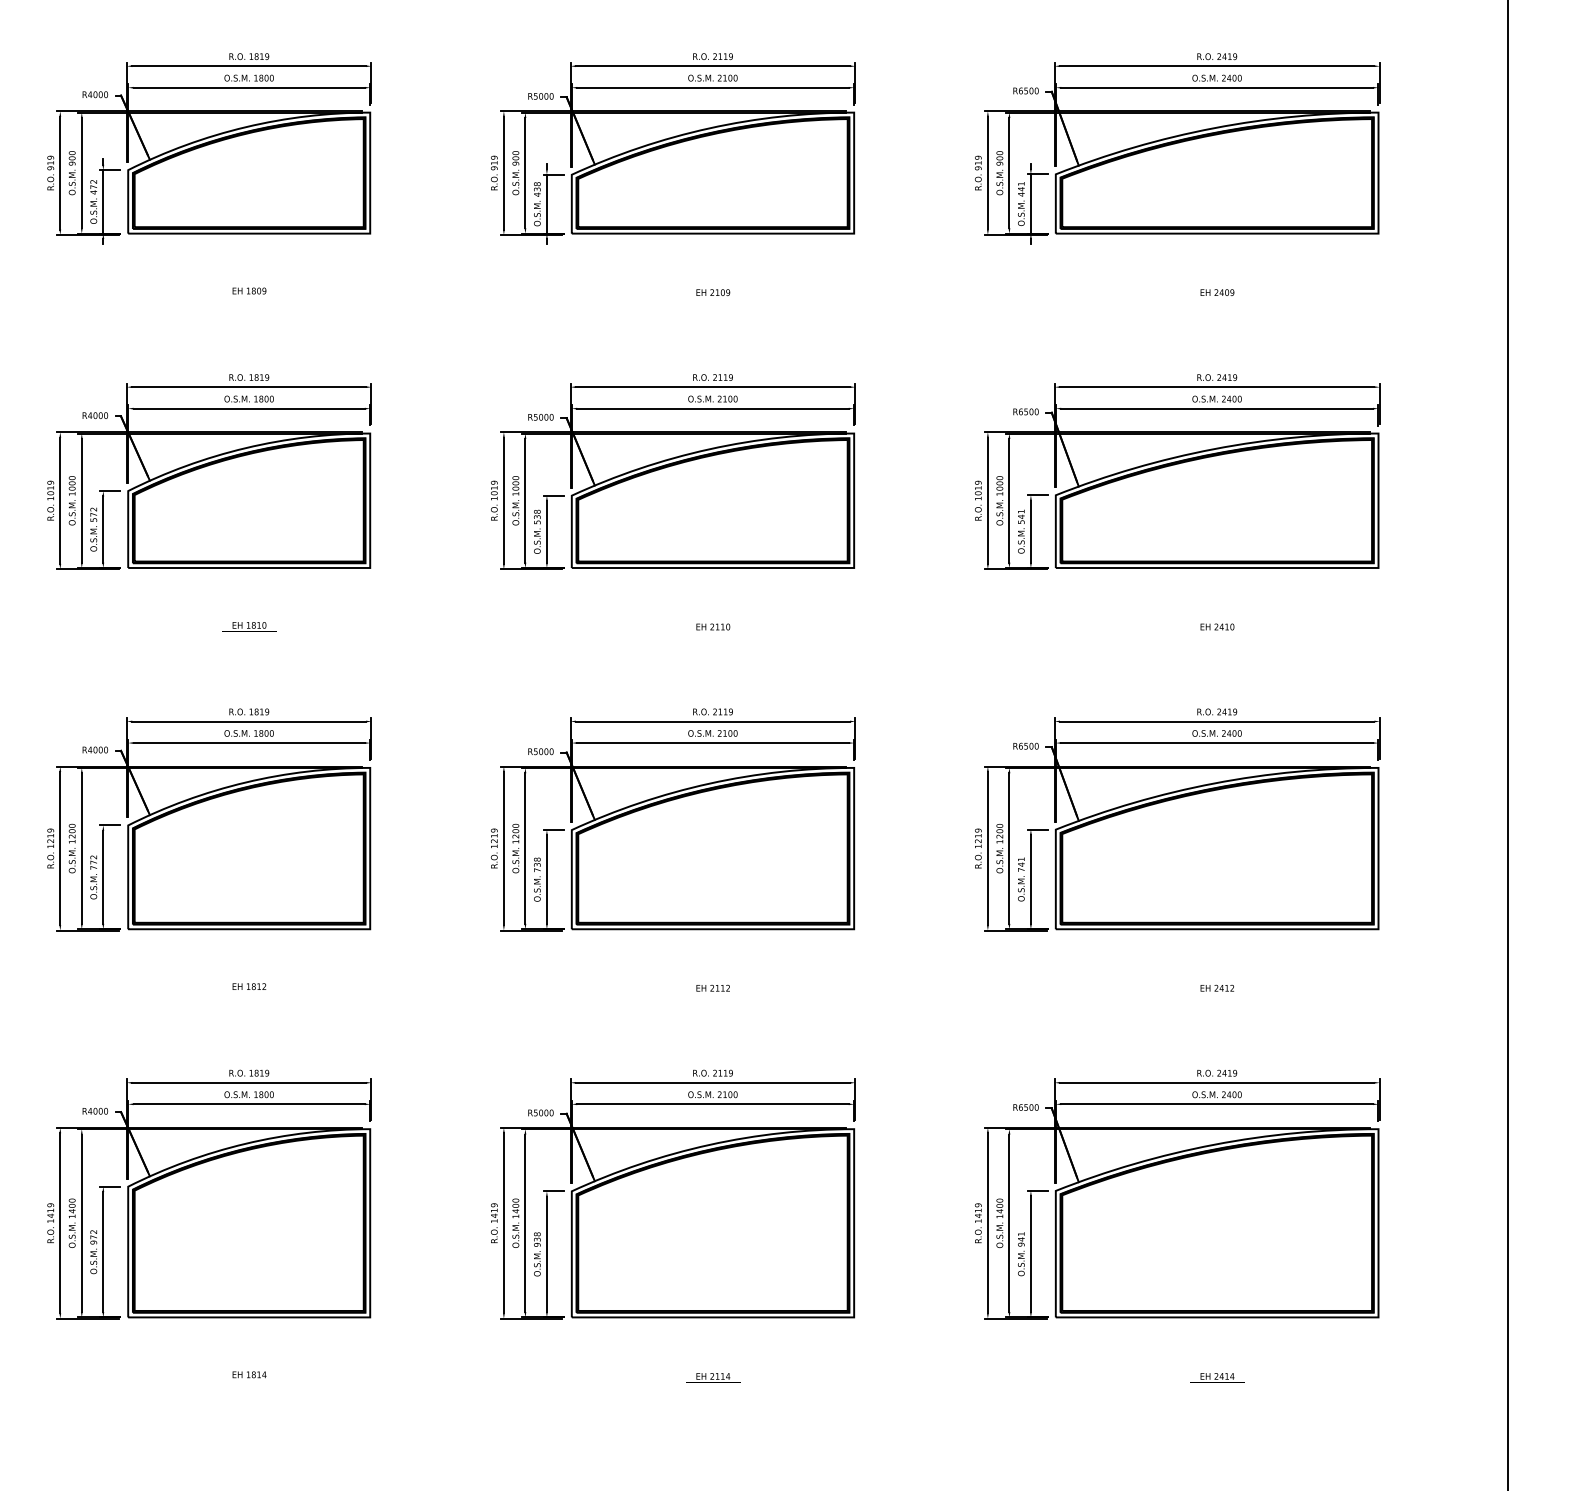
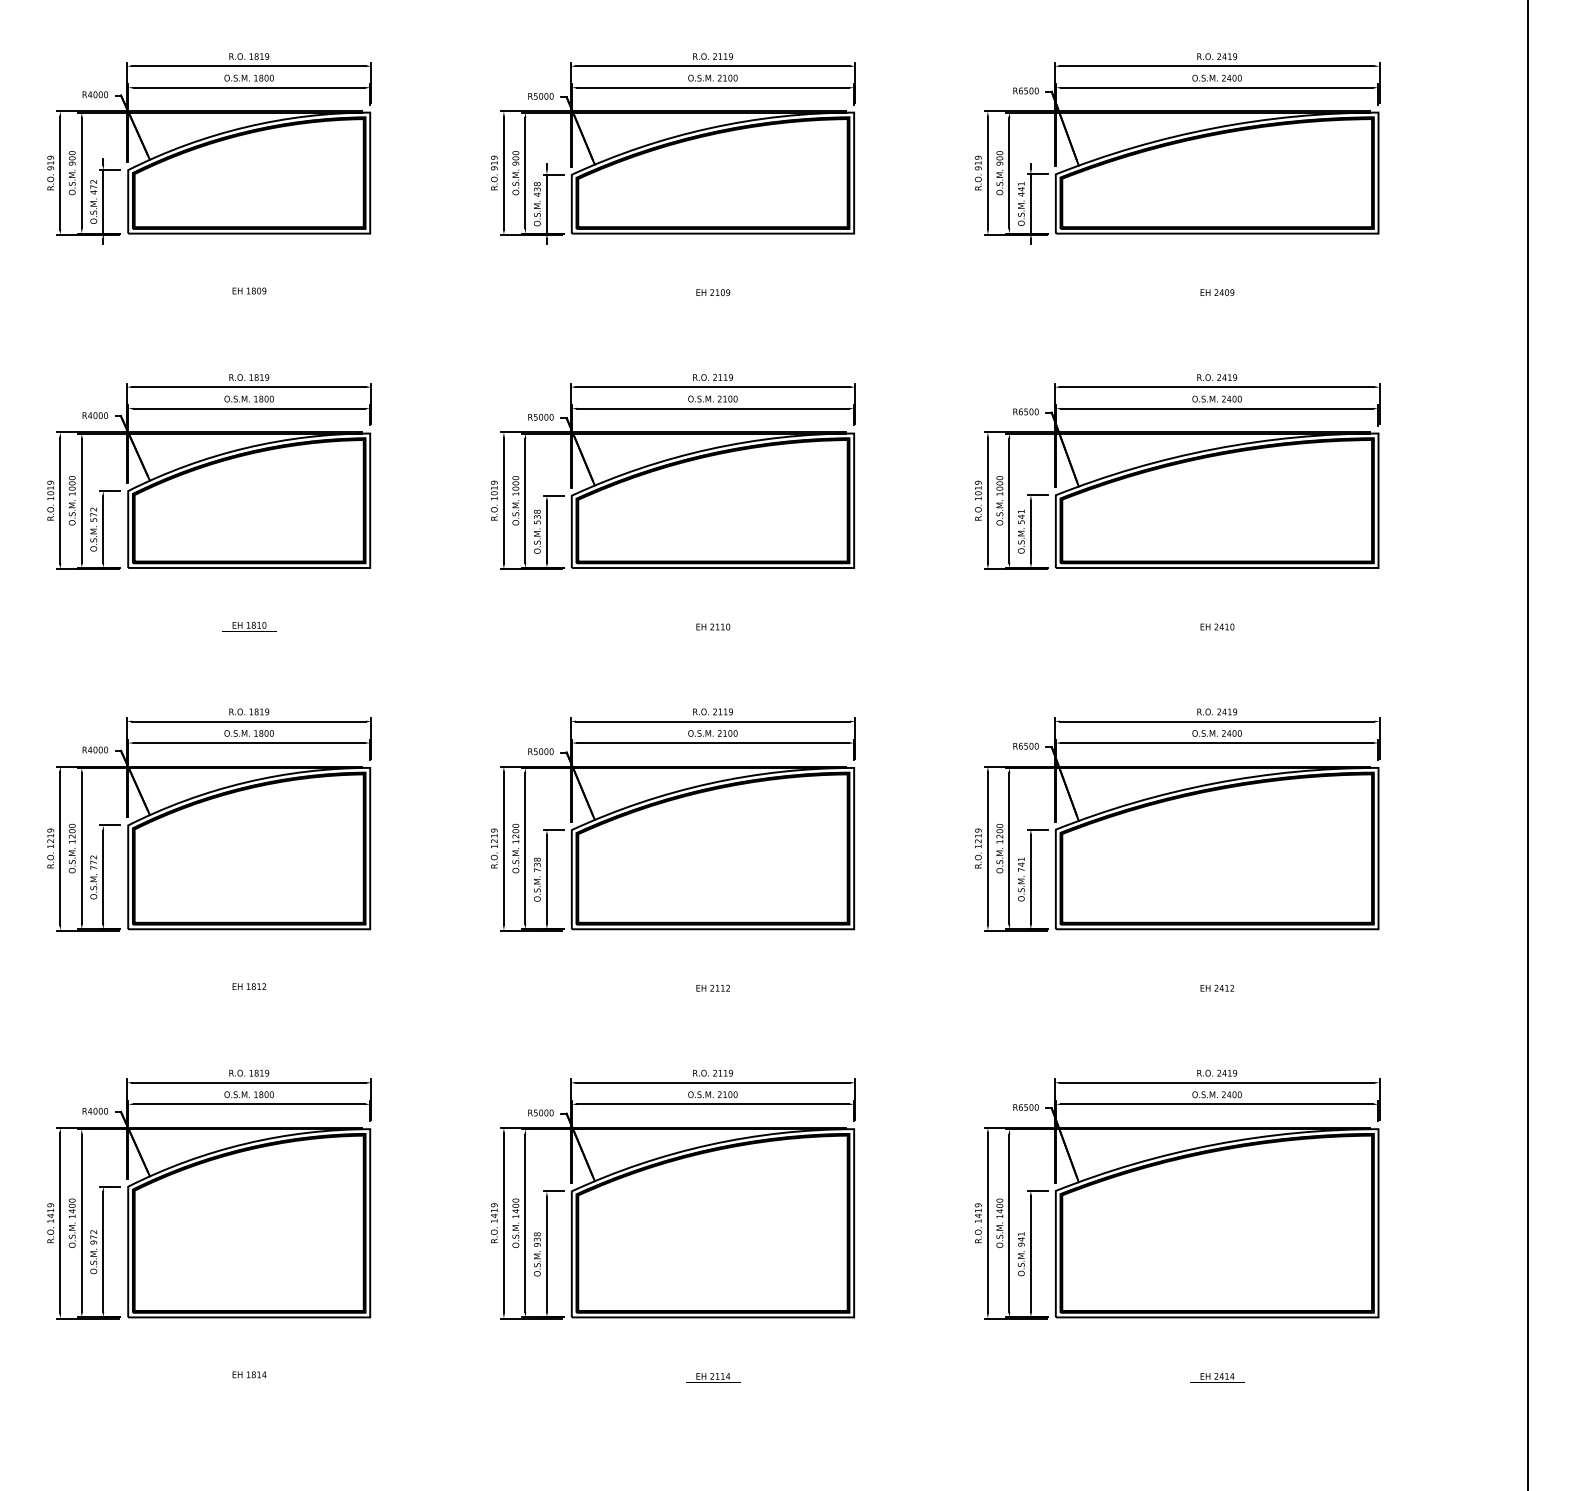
line at (1507, 744) position: (1507, 744) -> (1527, 744)
